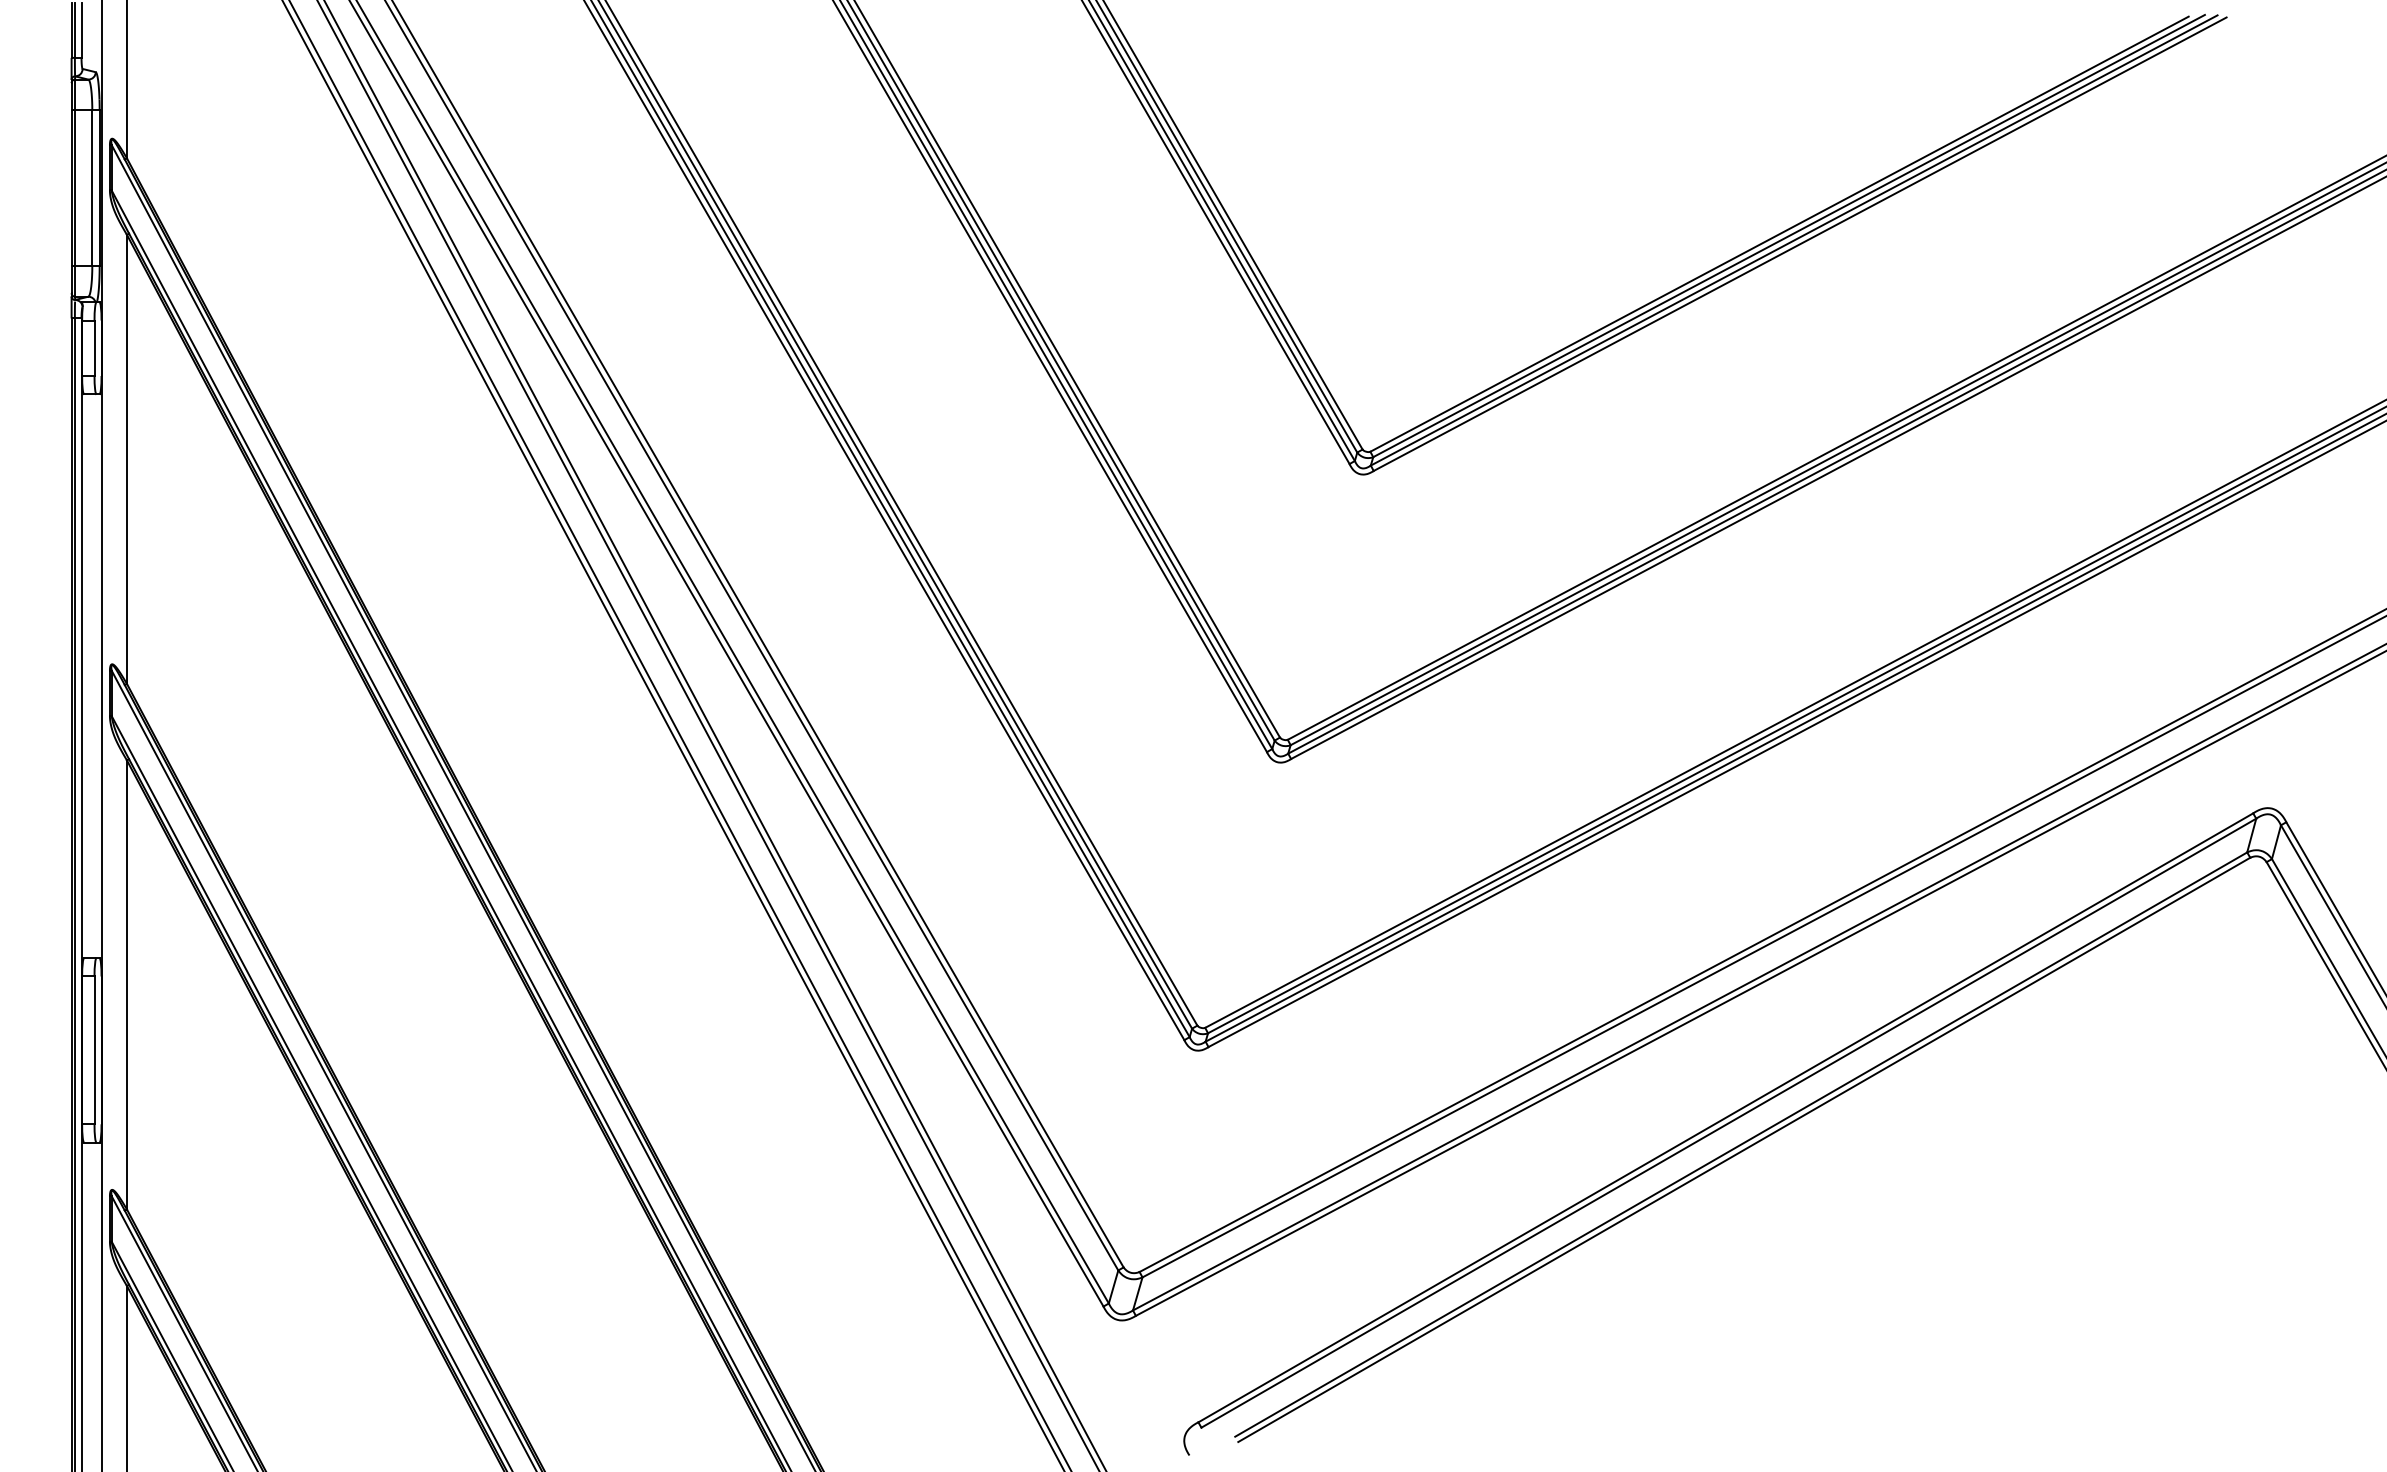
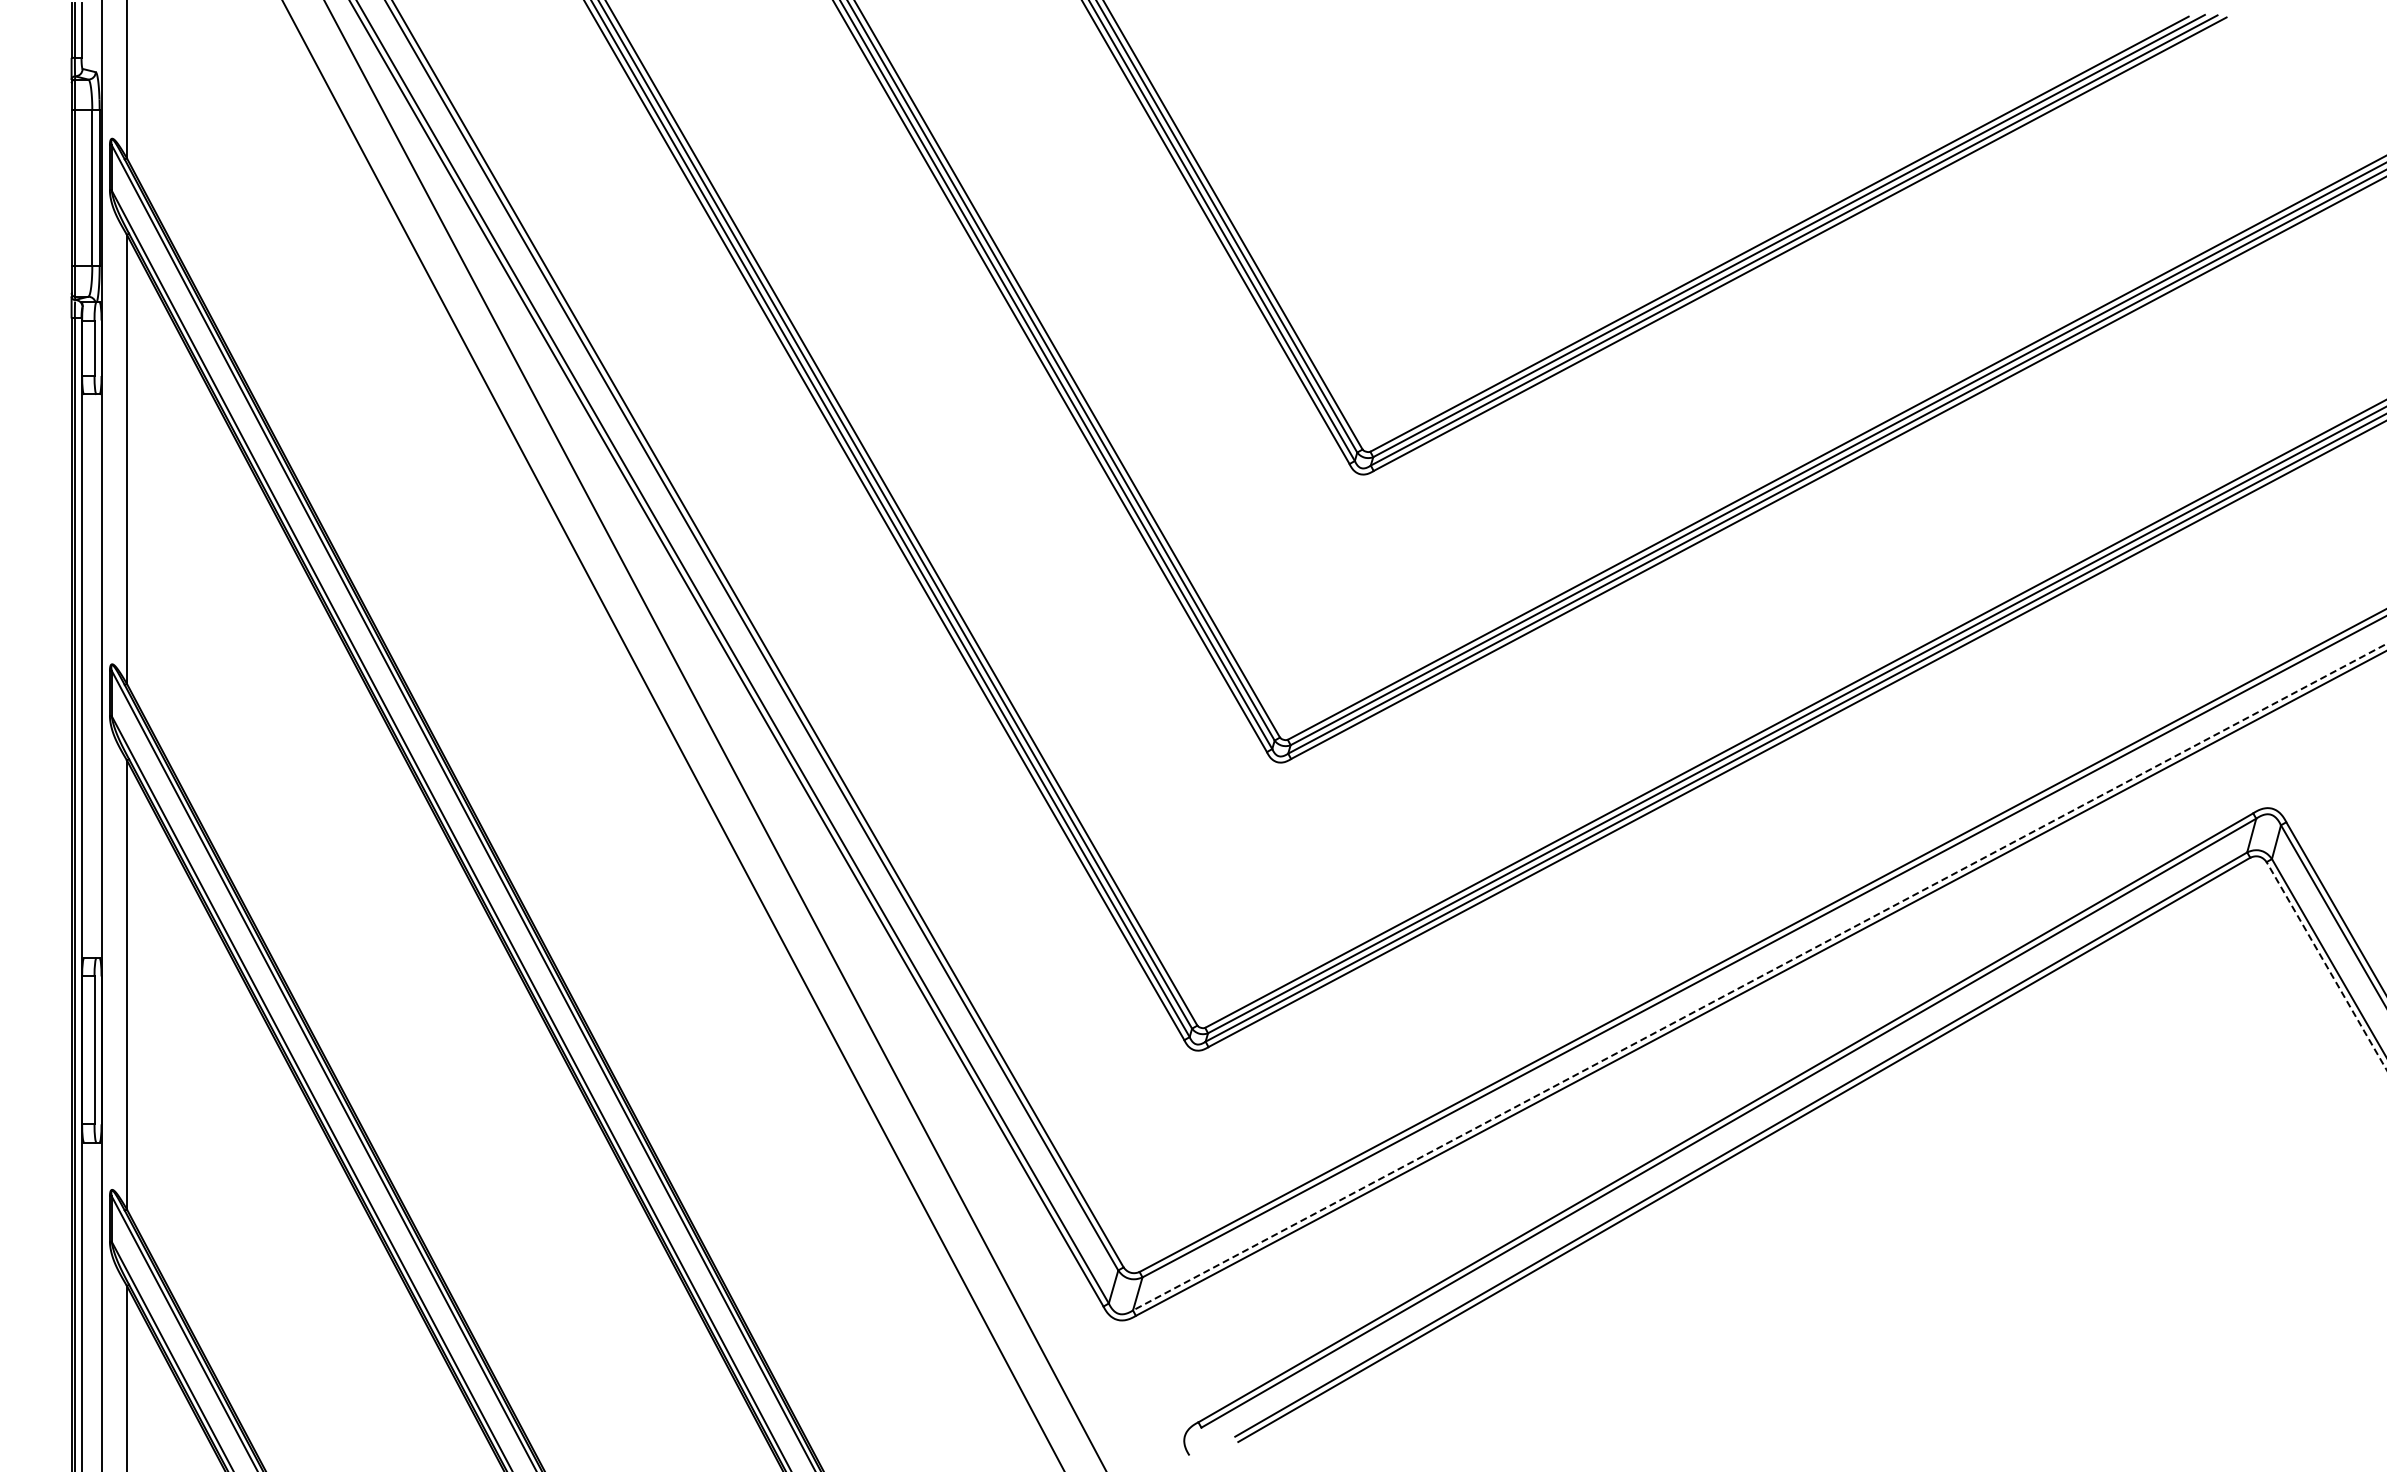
line at (679, 735): present -> none
line at (707, 735): present -> none
line at (2326, 966): solid -> dashed
line at (1759, 977): solid -> dashed
